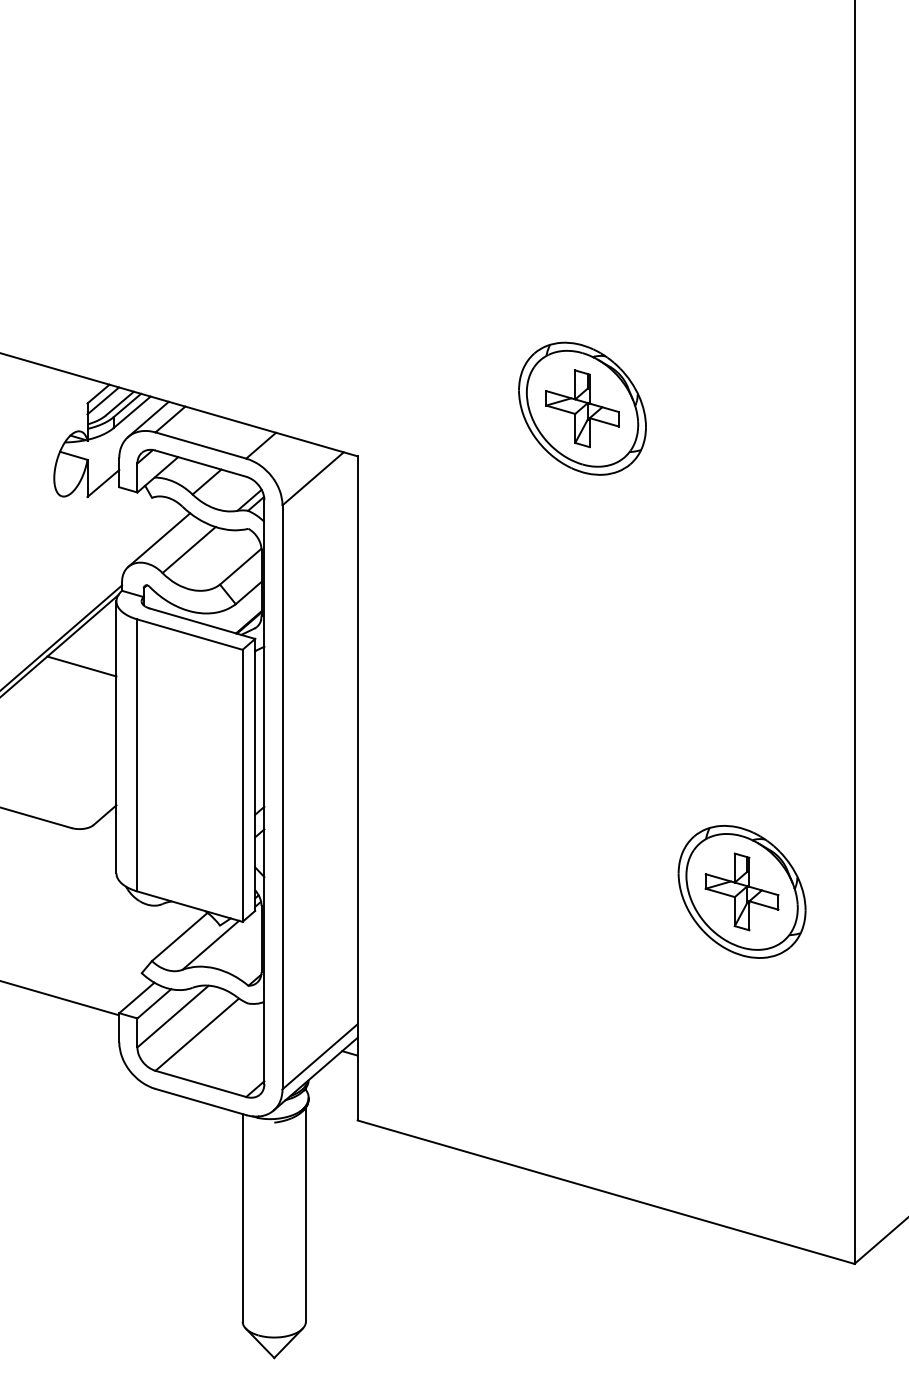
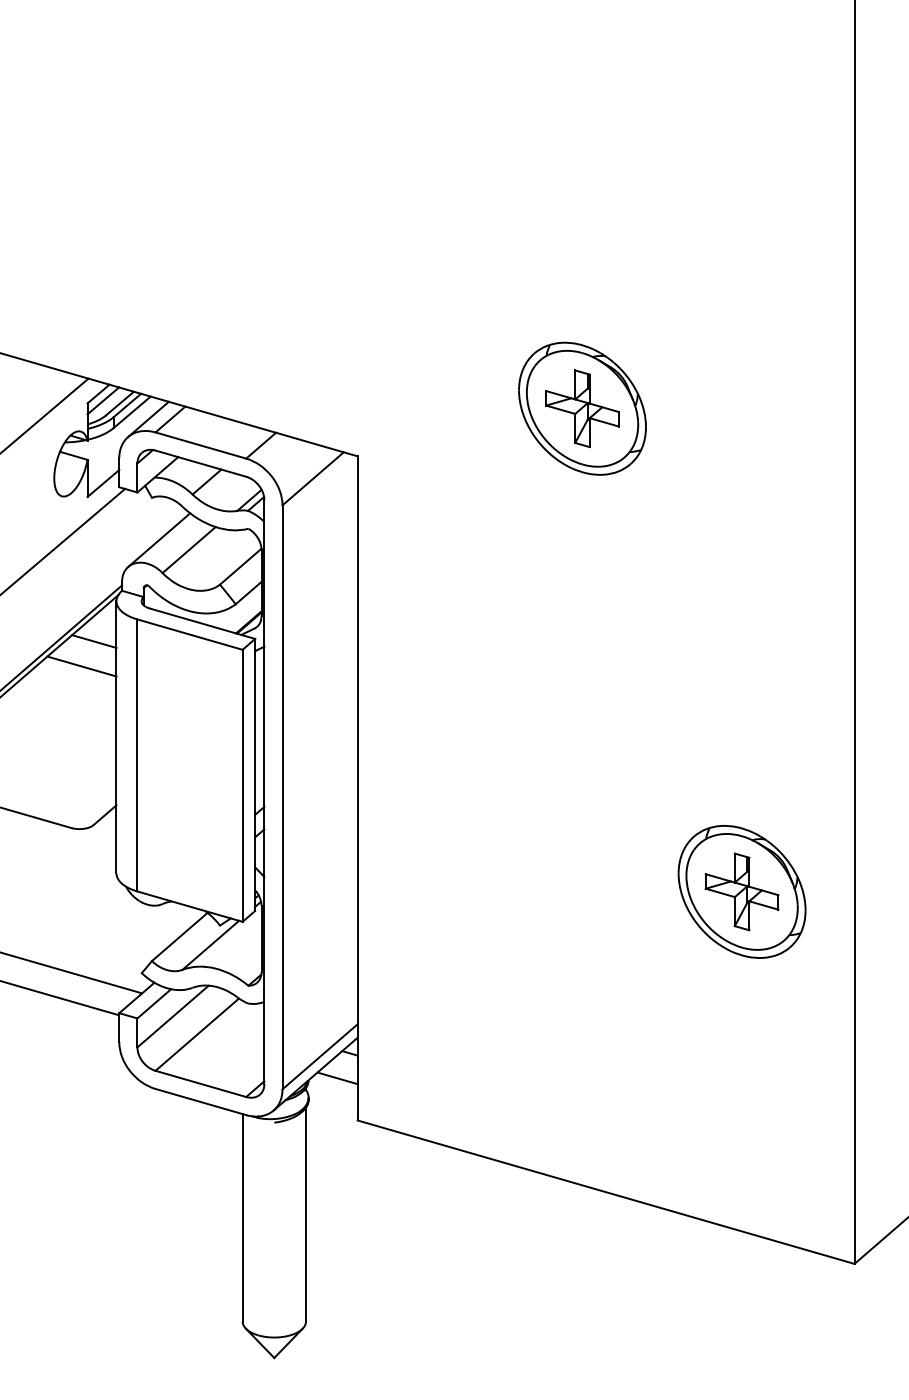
line at (45, 415): none -> present
line at (63, 540): none -> present
line at (94, 641): none -> present
line at (72, 973): none -> present
line at (337, 1078): none -> present
